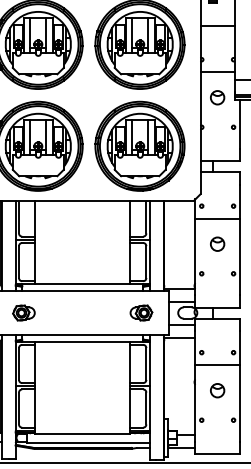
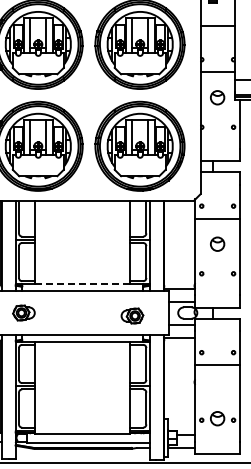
line at (82, 284): solid -> dashed
part at (141, 312) position: (141, 312) -> (132, 315)
part at (217, 390) position: (217, 390) -> (217, 418)
